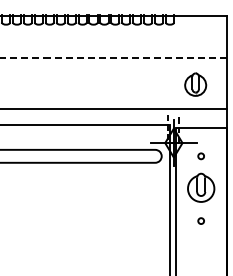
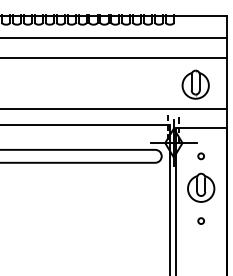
line at (114, 37): none -> present
line at (113, 57): dashed -> solid
part at (195, 84) size: 24x25 px -> 29x31 px
